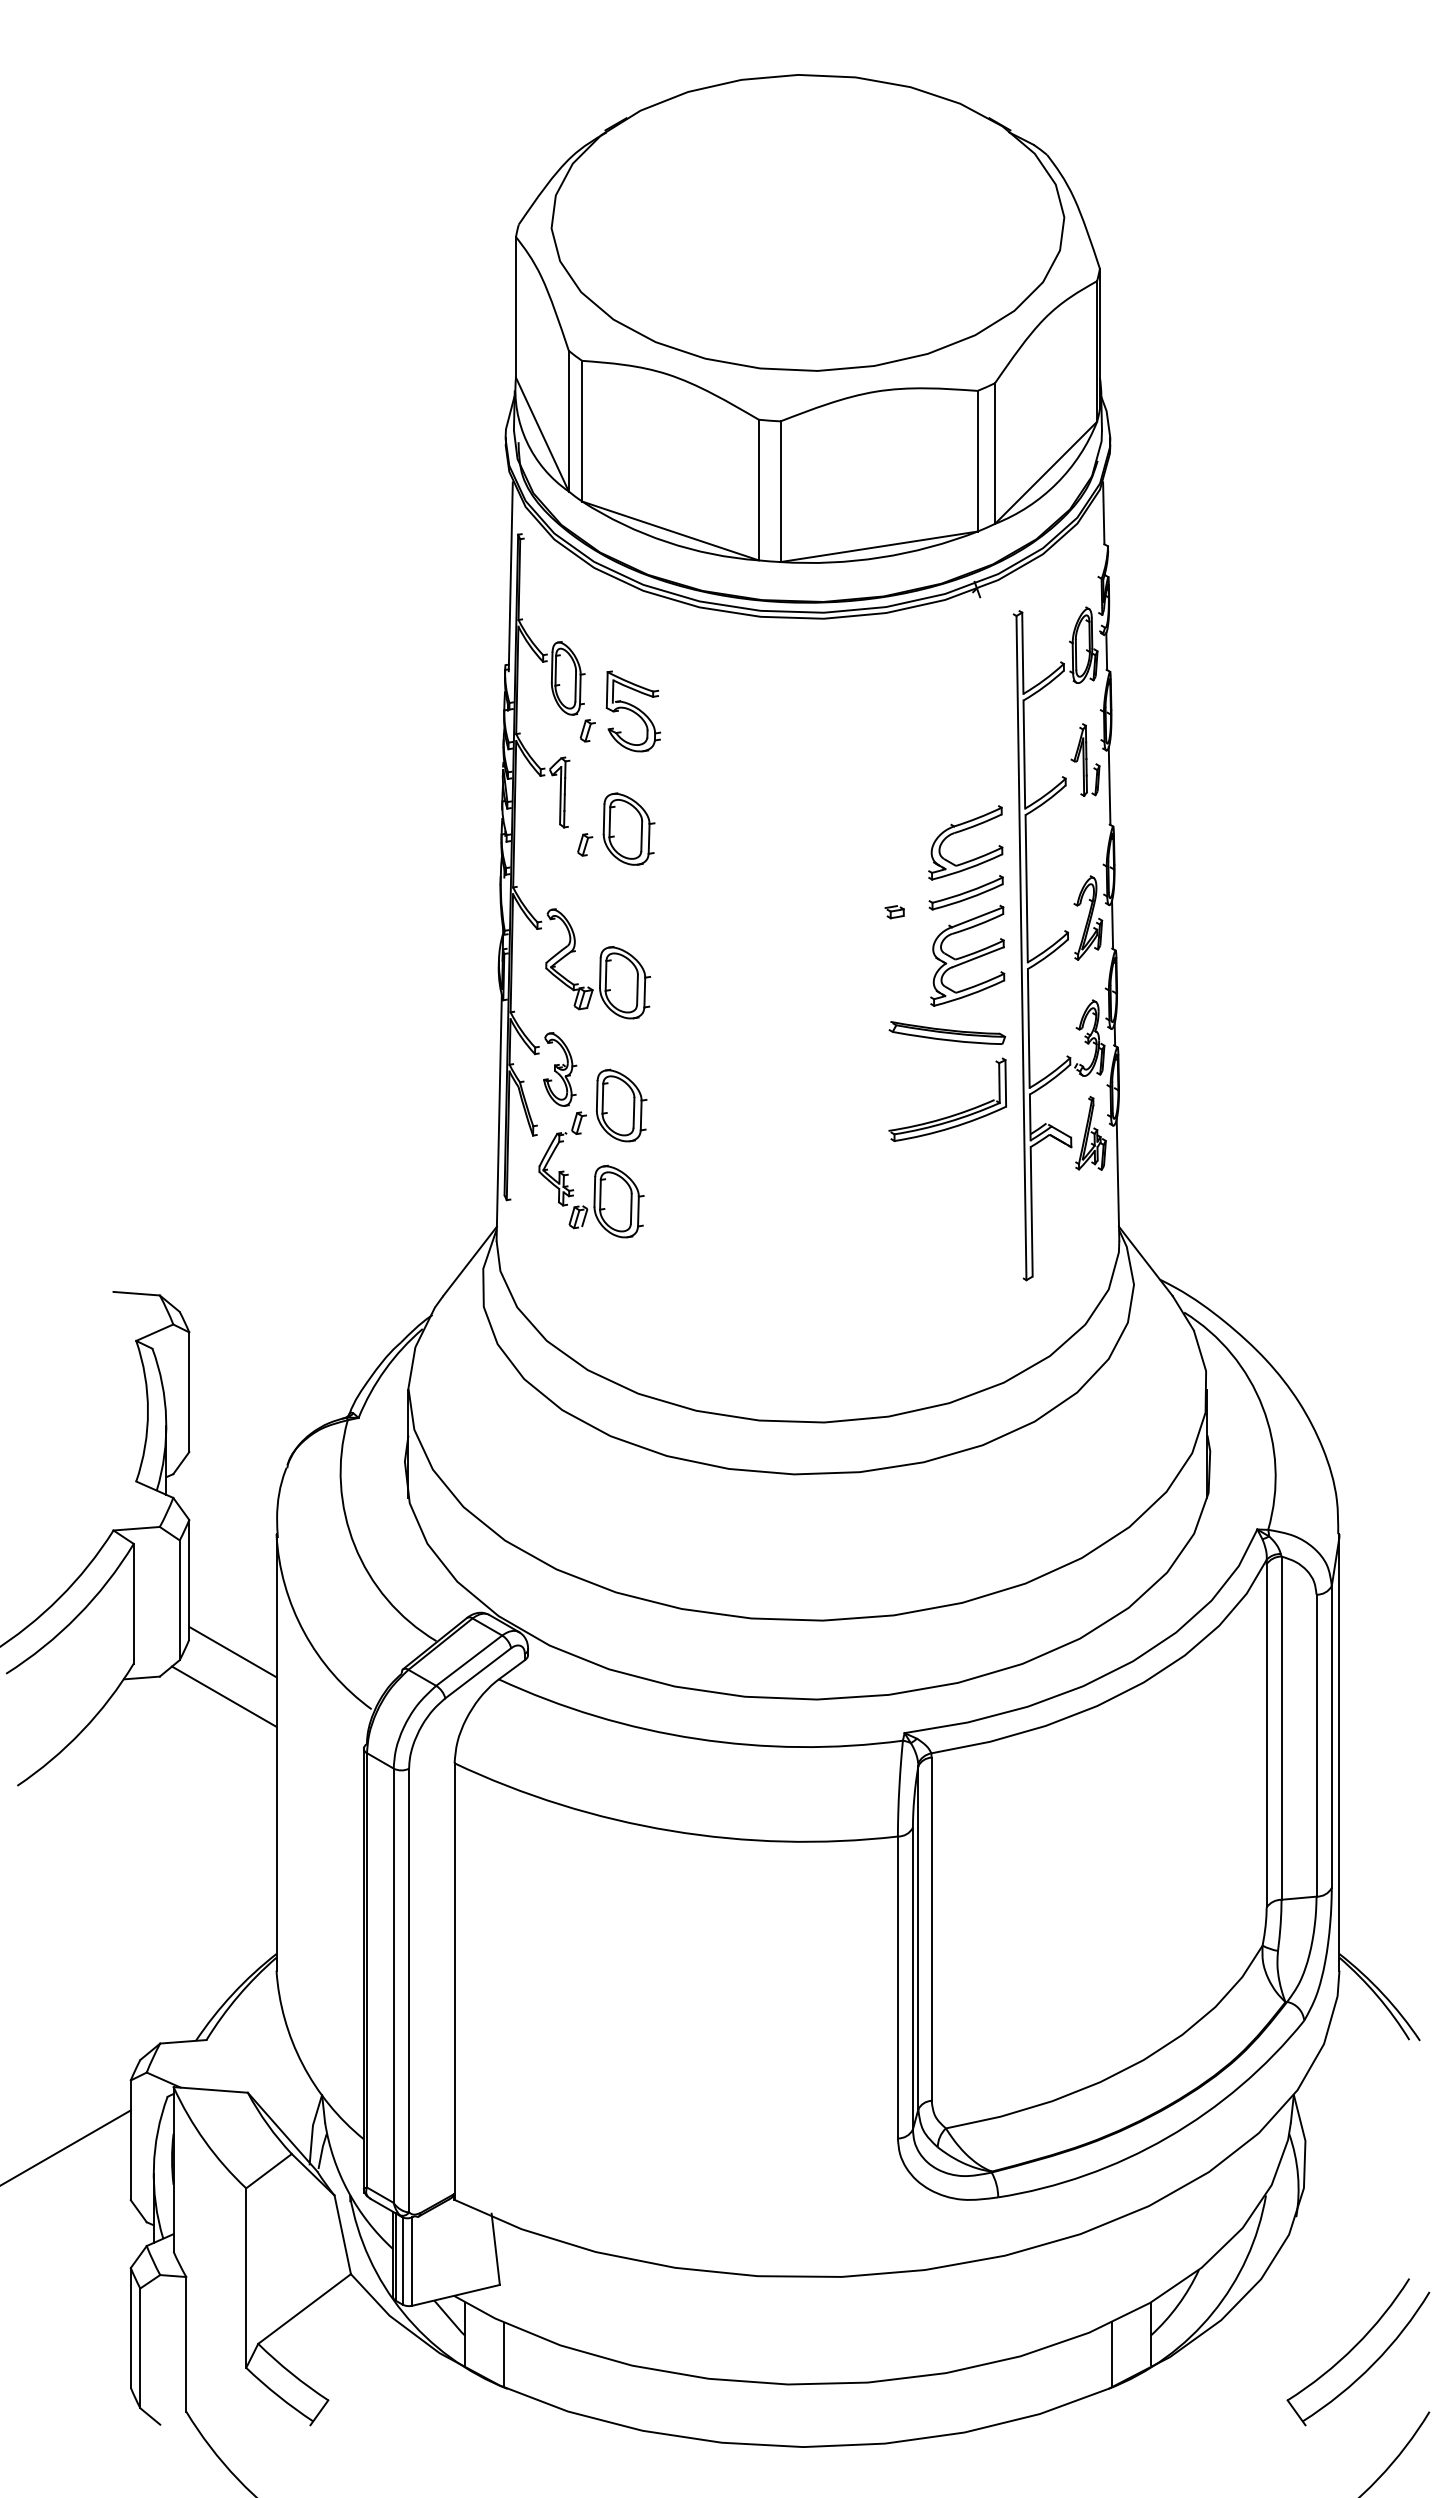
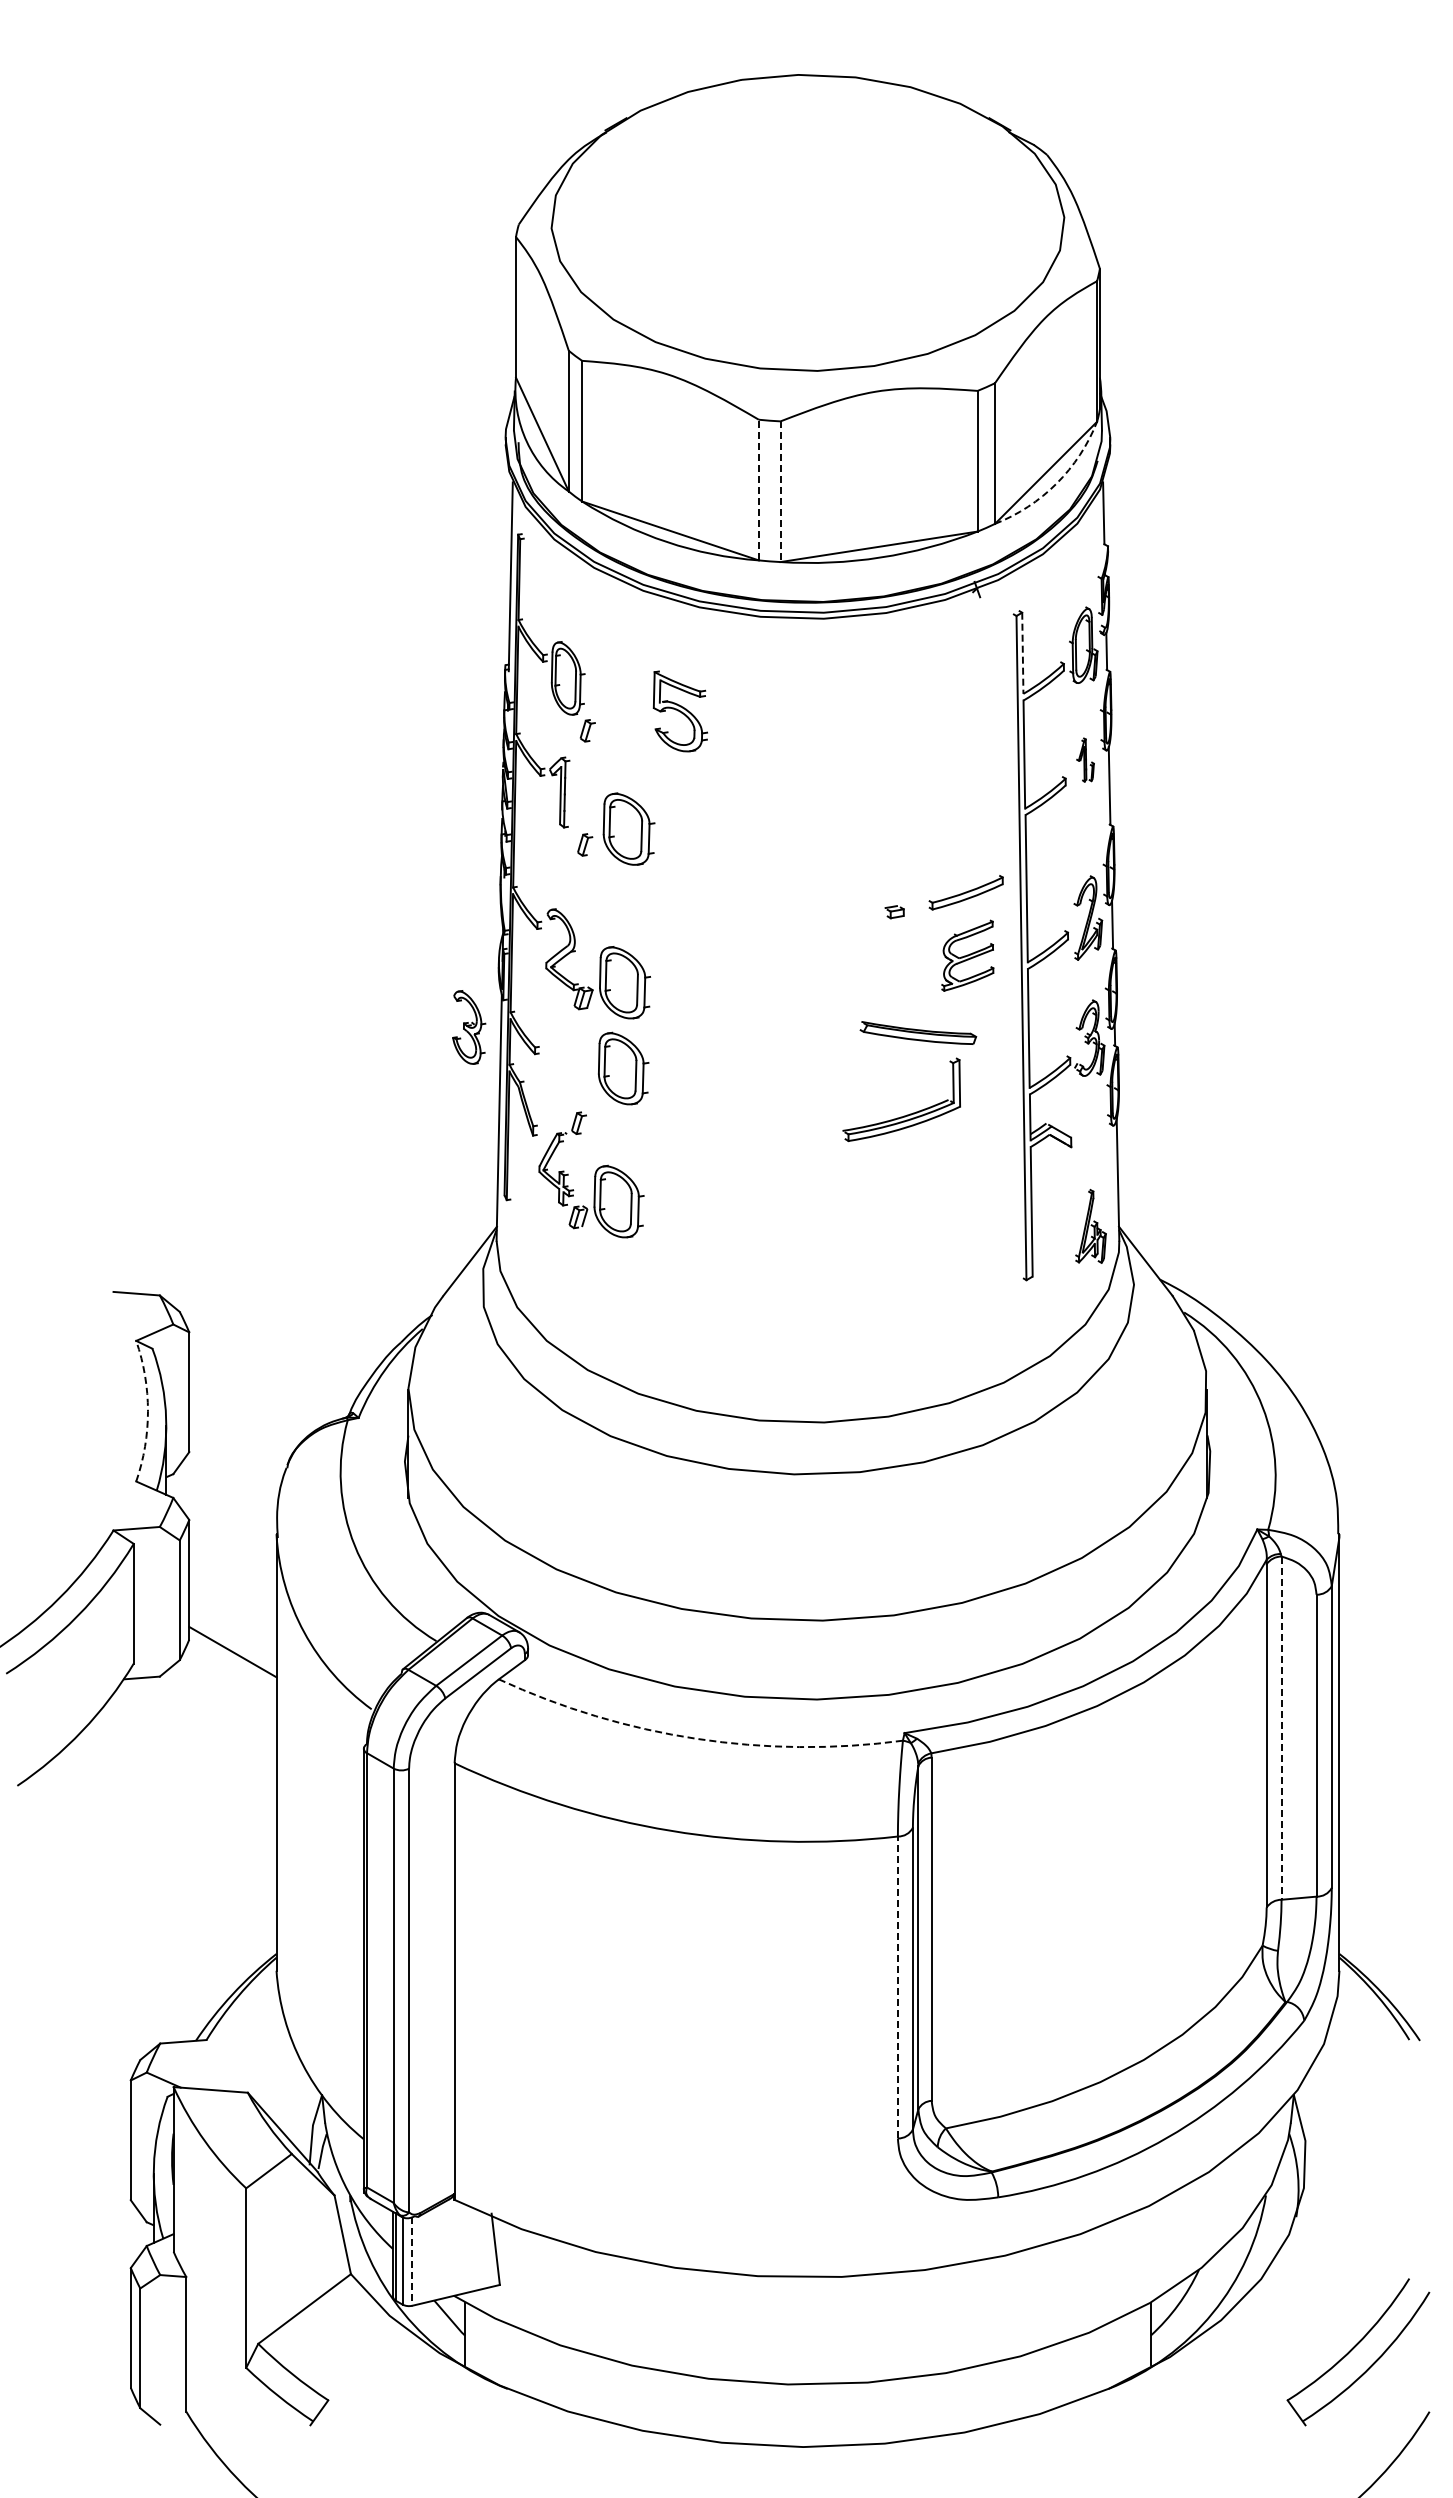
arc at (1056, 483): solid -> dashed
line at (758, 489): solid -> dashed
line at (780, 492): solid -> dashed
line at (1022, 653): solid -> dashed
part at (632, 711) position: (632, 711) -> (679, 711)
part at (1085, 759) size: 31x74 px -> 19x46 px
part at (960, 832): present -> none
part at (967, 955) size: 76x103 px -> 54x73 px
part at (947, 1032) position: (947, 1032) -> (918, 1032)
part at (560, 1069) position: (560, 1069) -> (469, 1027)
part at (621, 1105) position: (621, 1105) -> (623, 1068)
part at (953, 1114) position: (953, 1114) -> (907, 1114)
part at (1090, 1133) position: (1090, 1133) -> (1090, 1226)
arc at (147, 1411): solid -> dashed
line at (224, 1696): present -> none
line at (1281, 1728): solid -> dashed
arc at (696, 1738): solid -> dashed
line at (897, 1987): solid -> dashed
line at (66, 2147): present -> none
line at (412, 2261): solid -> dashed
line at (504, 2354): present -> none
line at (1111, 2354): present -> none
